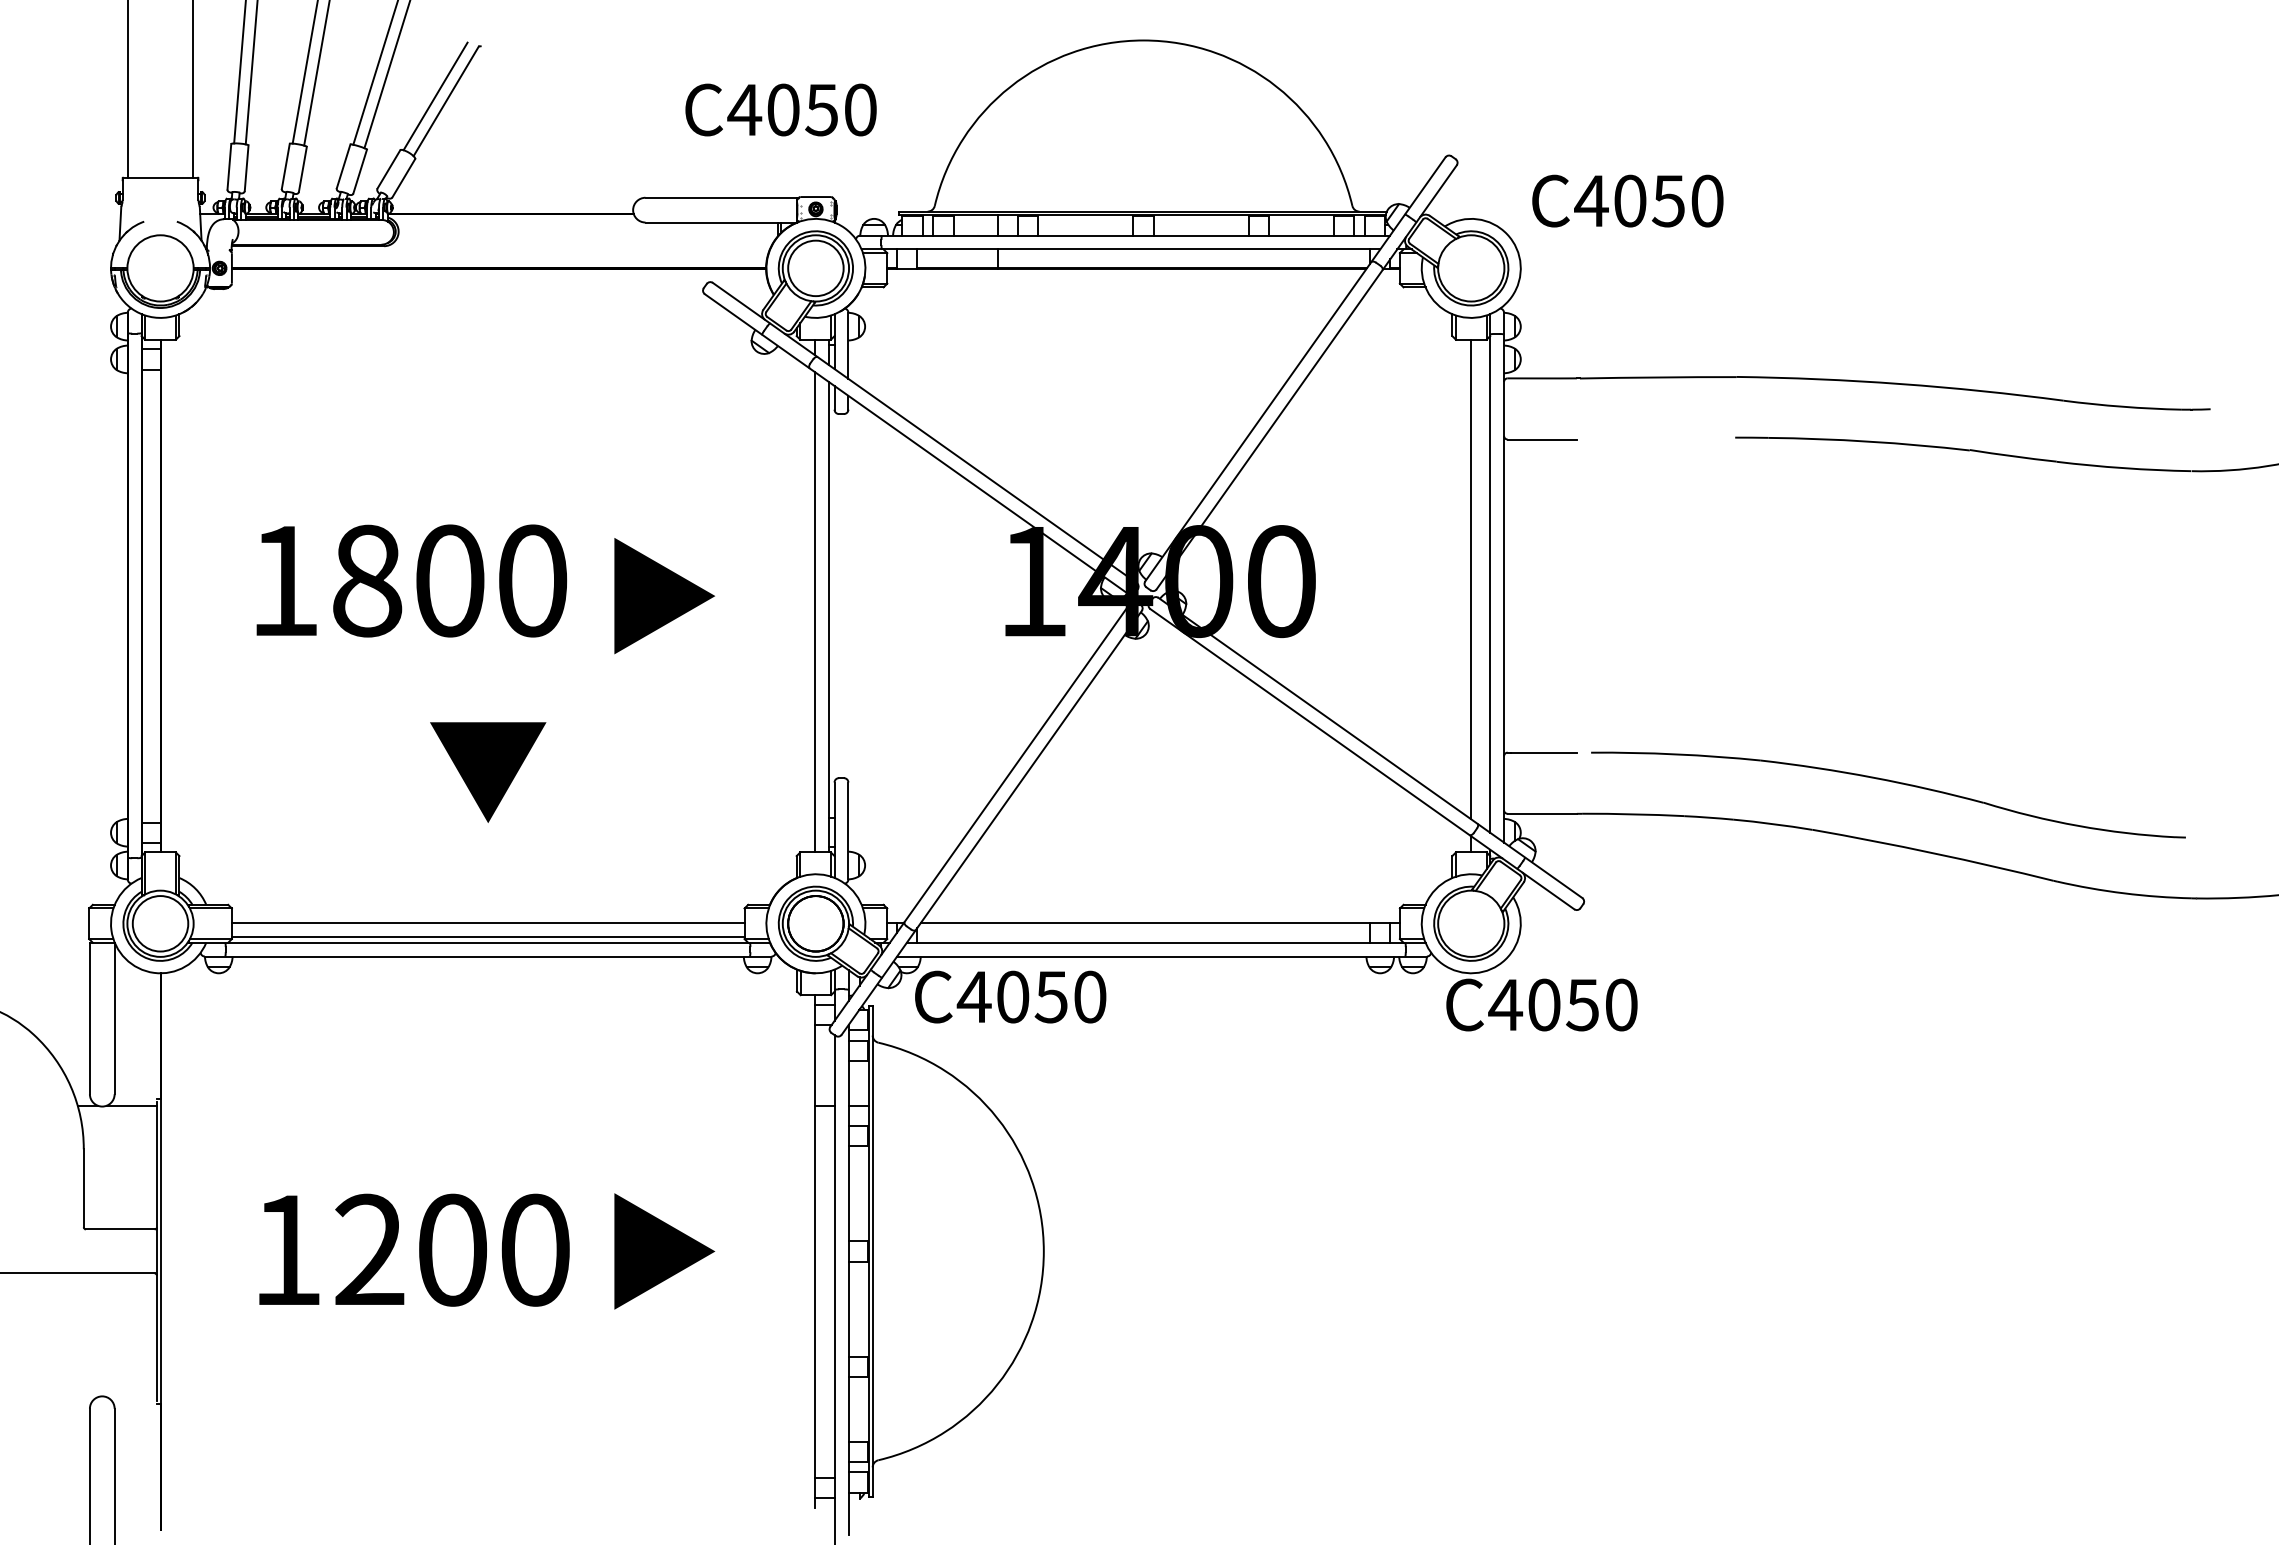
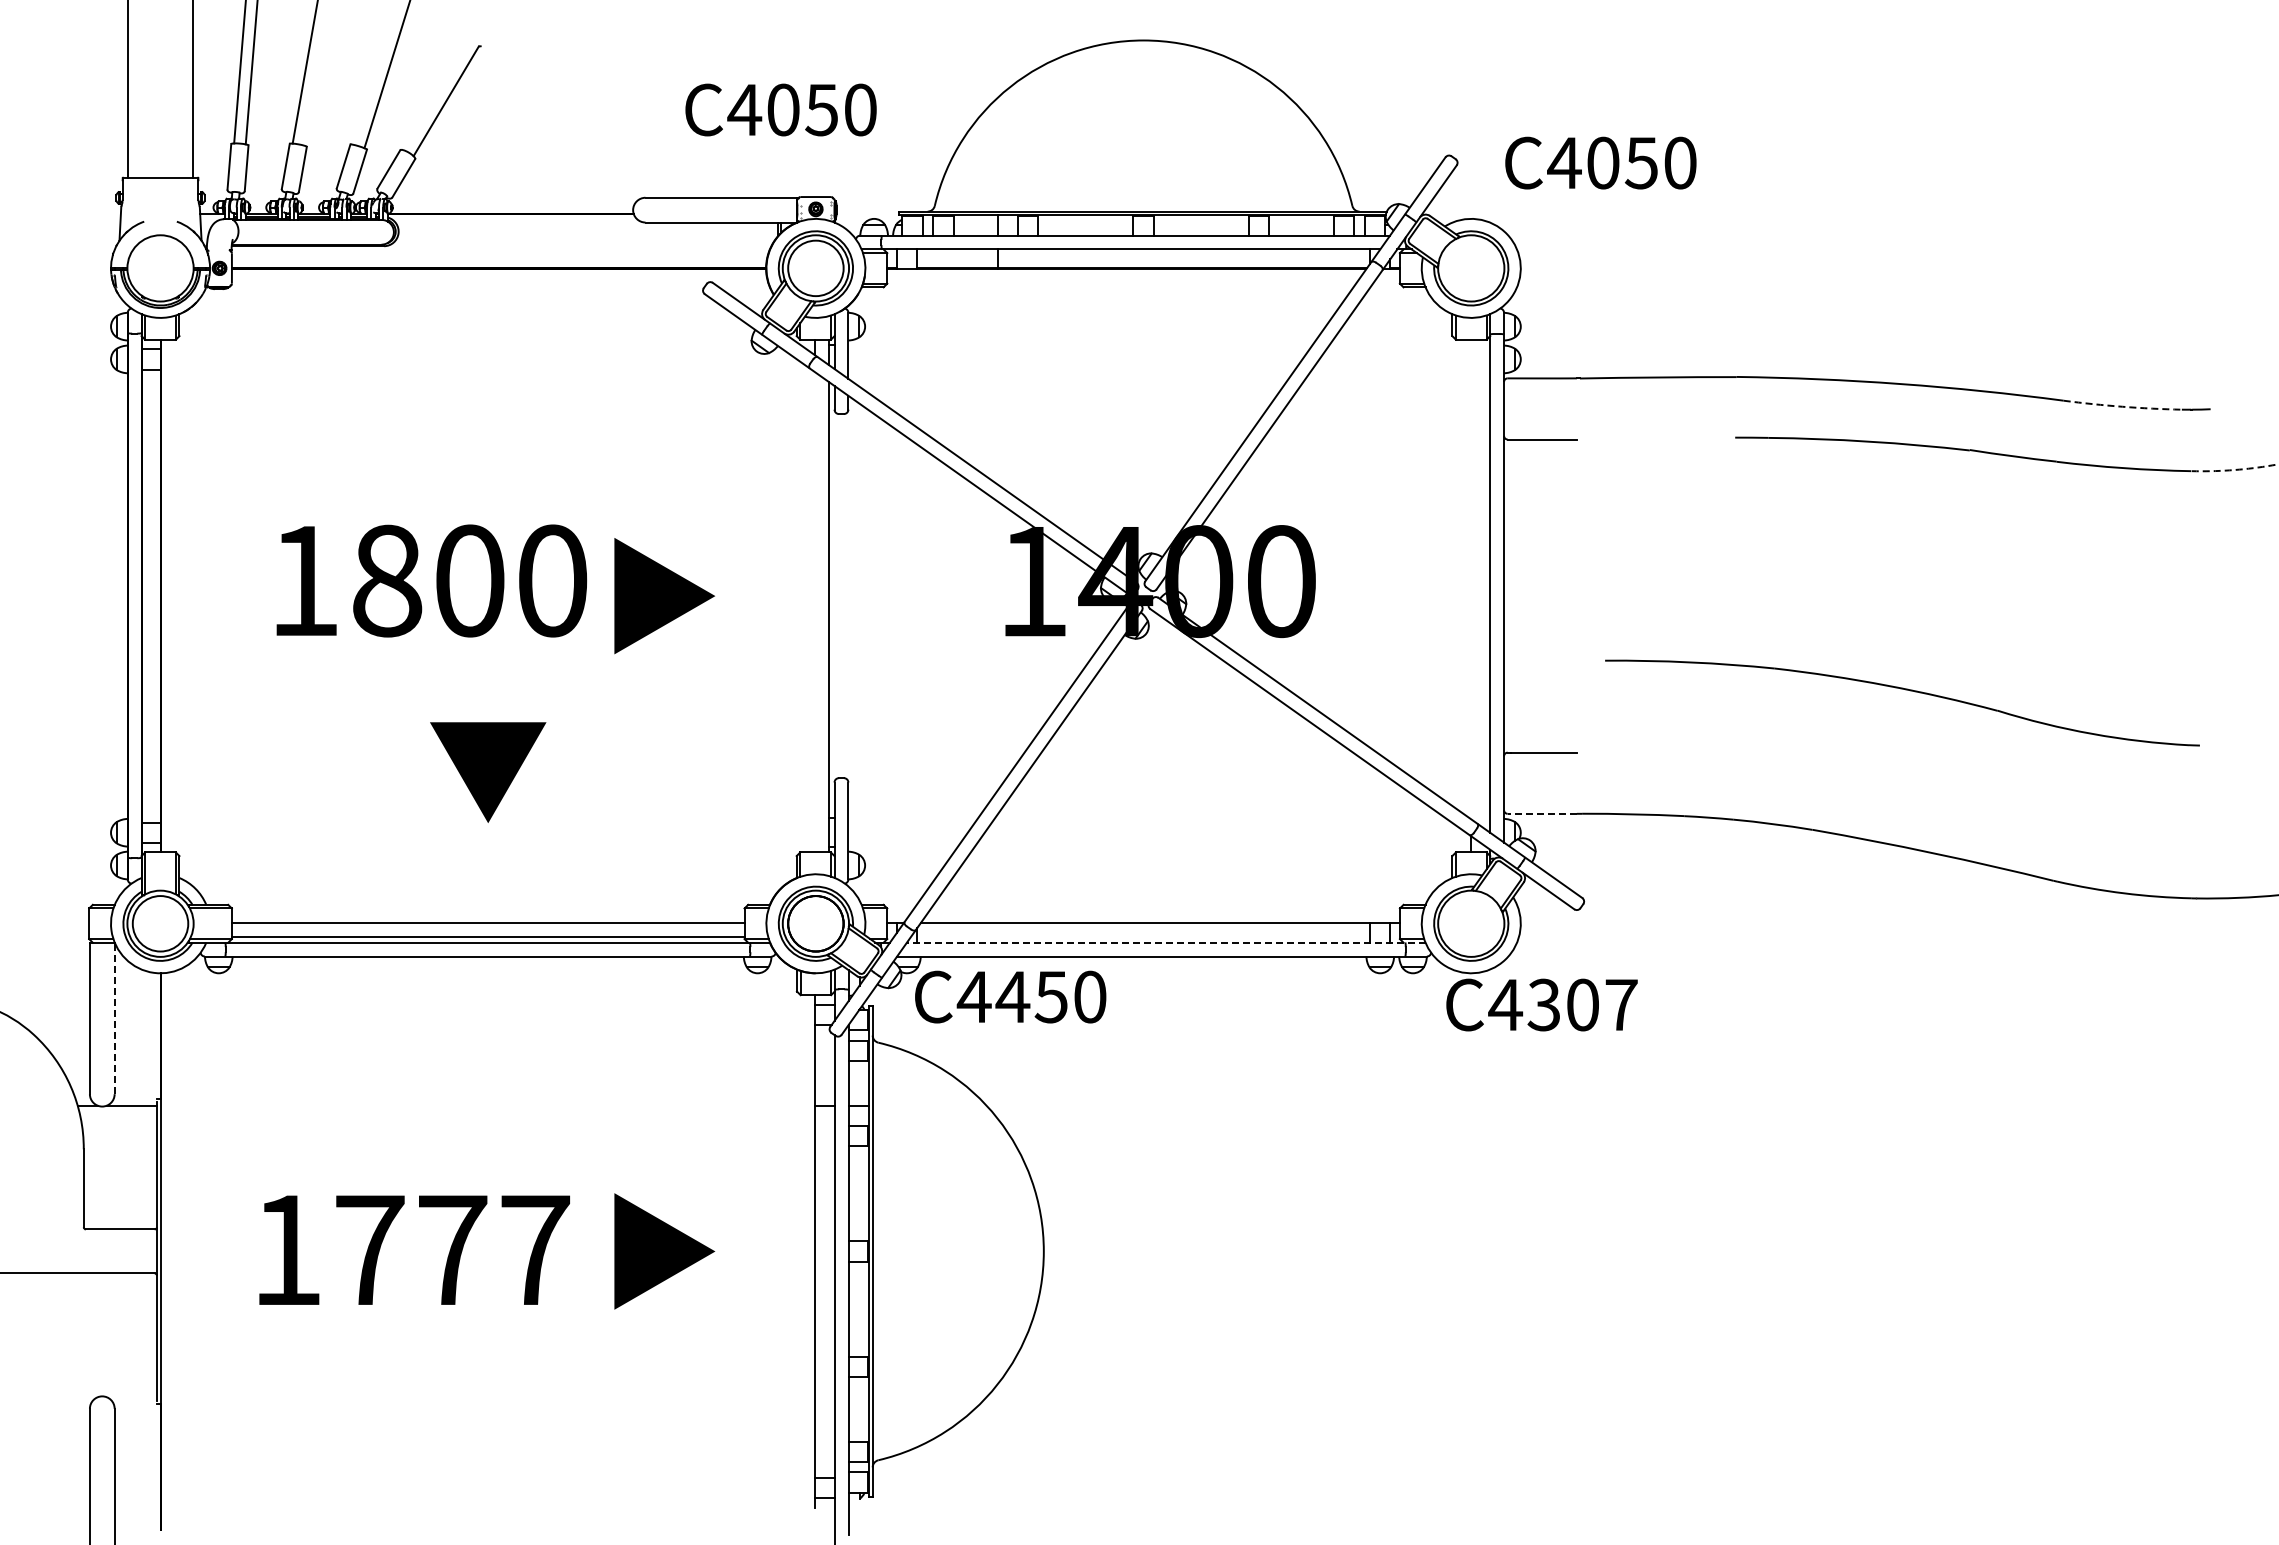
line at (316, 73): present -> none
line at (375, 73): present -> none
line at (435, 96): present -> none
text at (1627, 200) position: (1627, 200) -> (1600, 162)
arc at (2122, 406): solid -> dashed
arc at (2234, 469): solid -> dashed
line at (1470, 578): present -> none
text at (411, 580) position: (411, 580) -> (431, 580)
line at (815, 612): present -> none
part at (1891, 782) position: (1891, 782) -> (1905, 690)
line at (1542, 813): solid -> dashed
line at (1165, 942): solid -> dashed
text at (1012, 996): C4050 -> C4450
text at (1582, 1004): C4050 -> C4307
line at (114, 1018): solid -> dashed
text at (452, 1249): 1200 -> 1777
